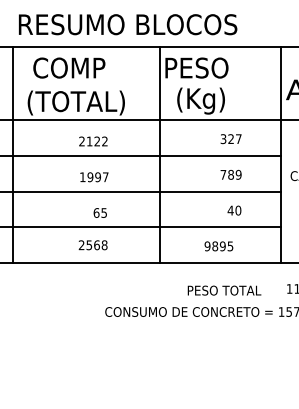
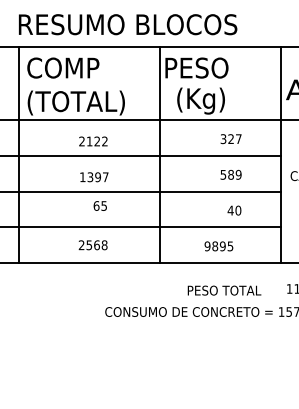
text at (69, 67) position: (69, 67) -> (63, 67)
line at (13, 155) position: (13, 155) -> (19, 155)
text at (223, 174): 789 -> 589
text at (90, 176): 1997 -> 1397
text at (99, 212) position: (99, 212) -> (99, 205)
